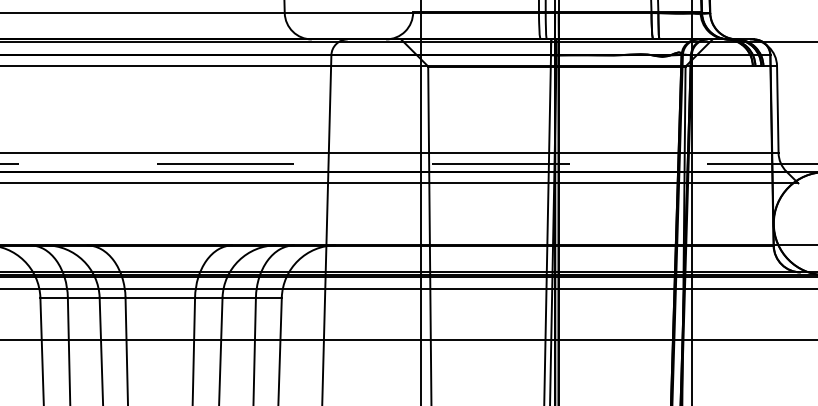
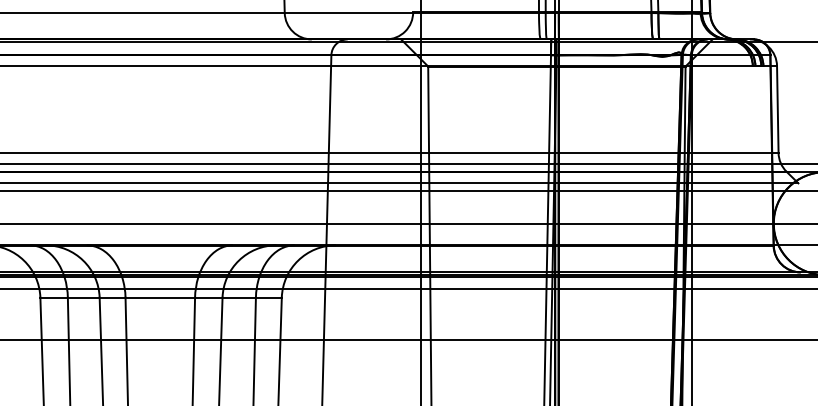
line at (409, 163): dashed -> solid
line at (408, 191): none -> present
line at (408, 223): none -> present
